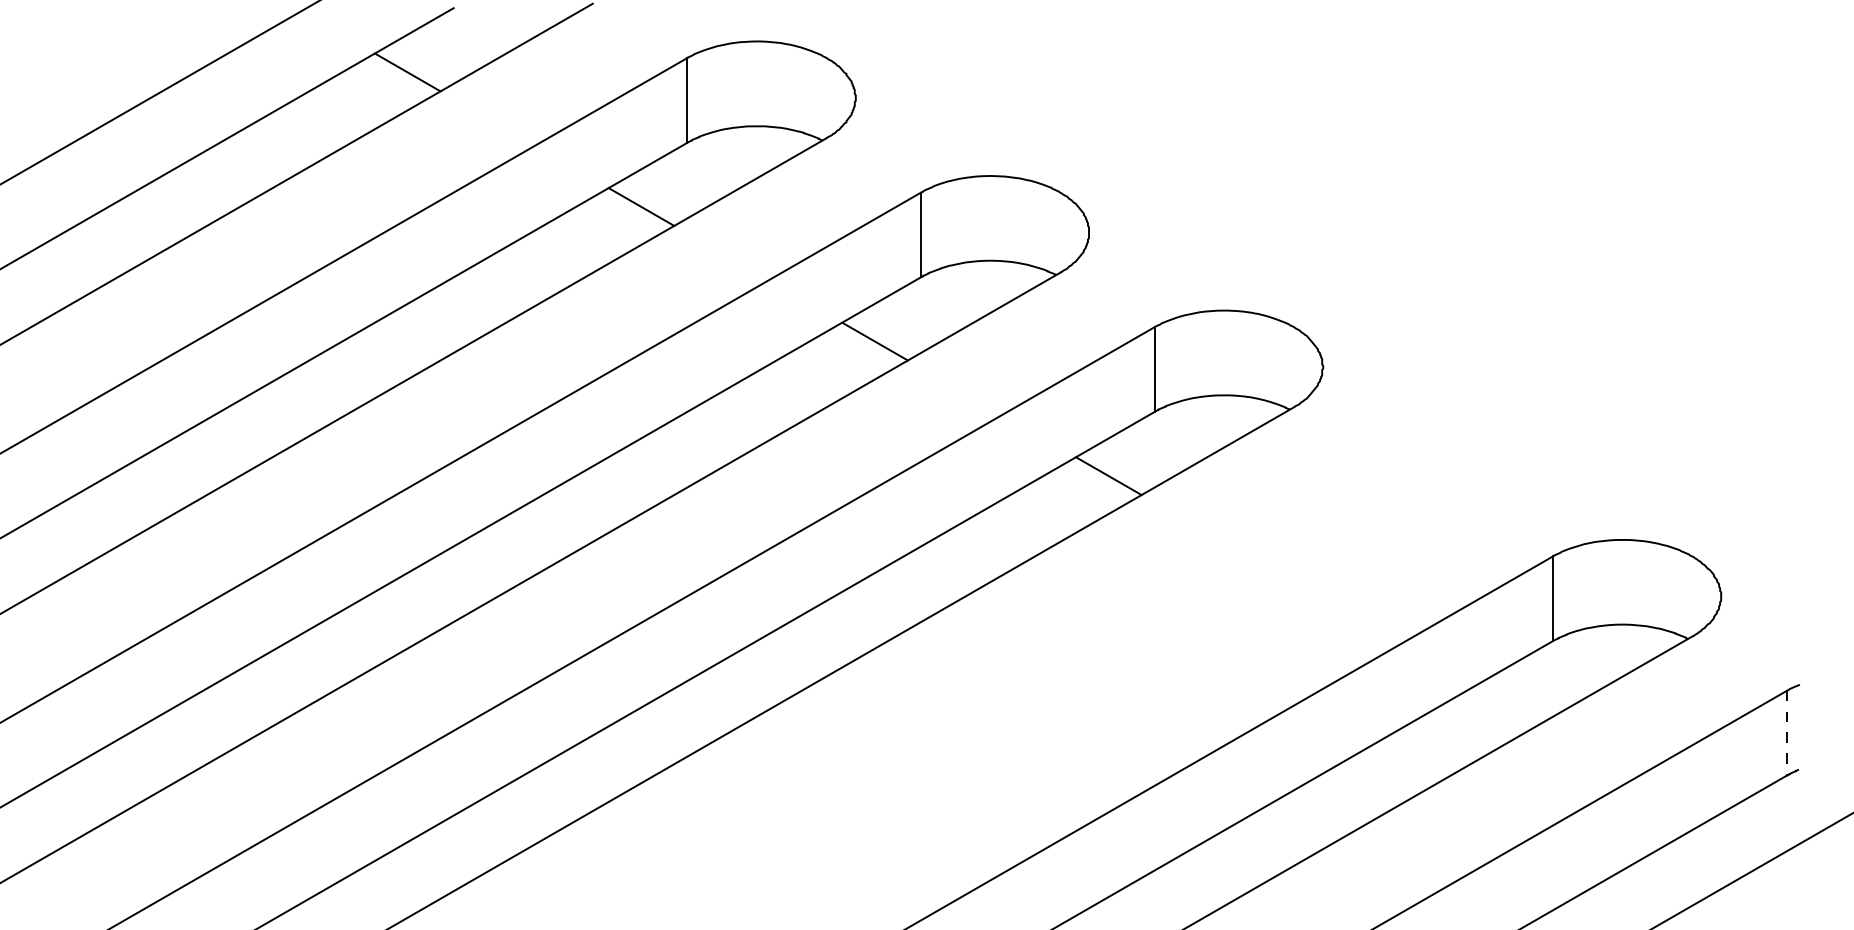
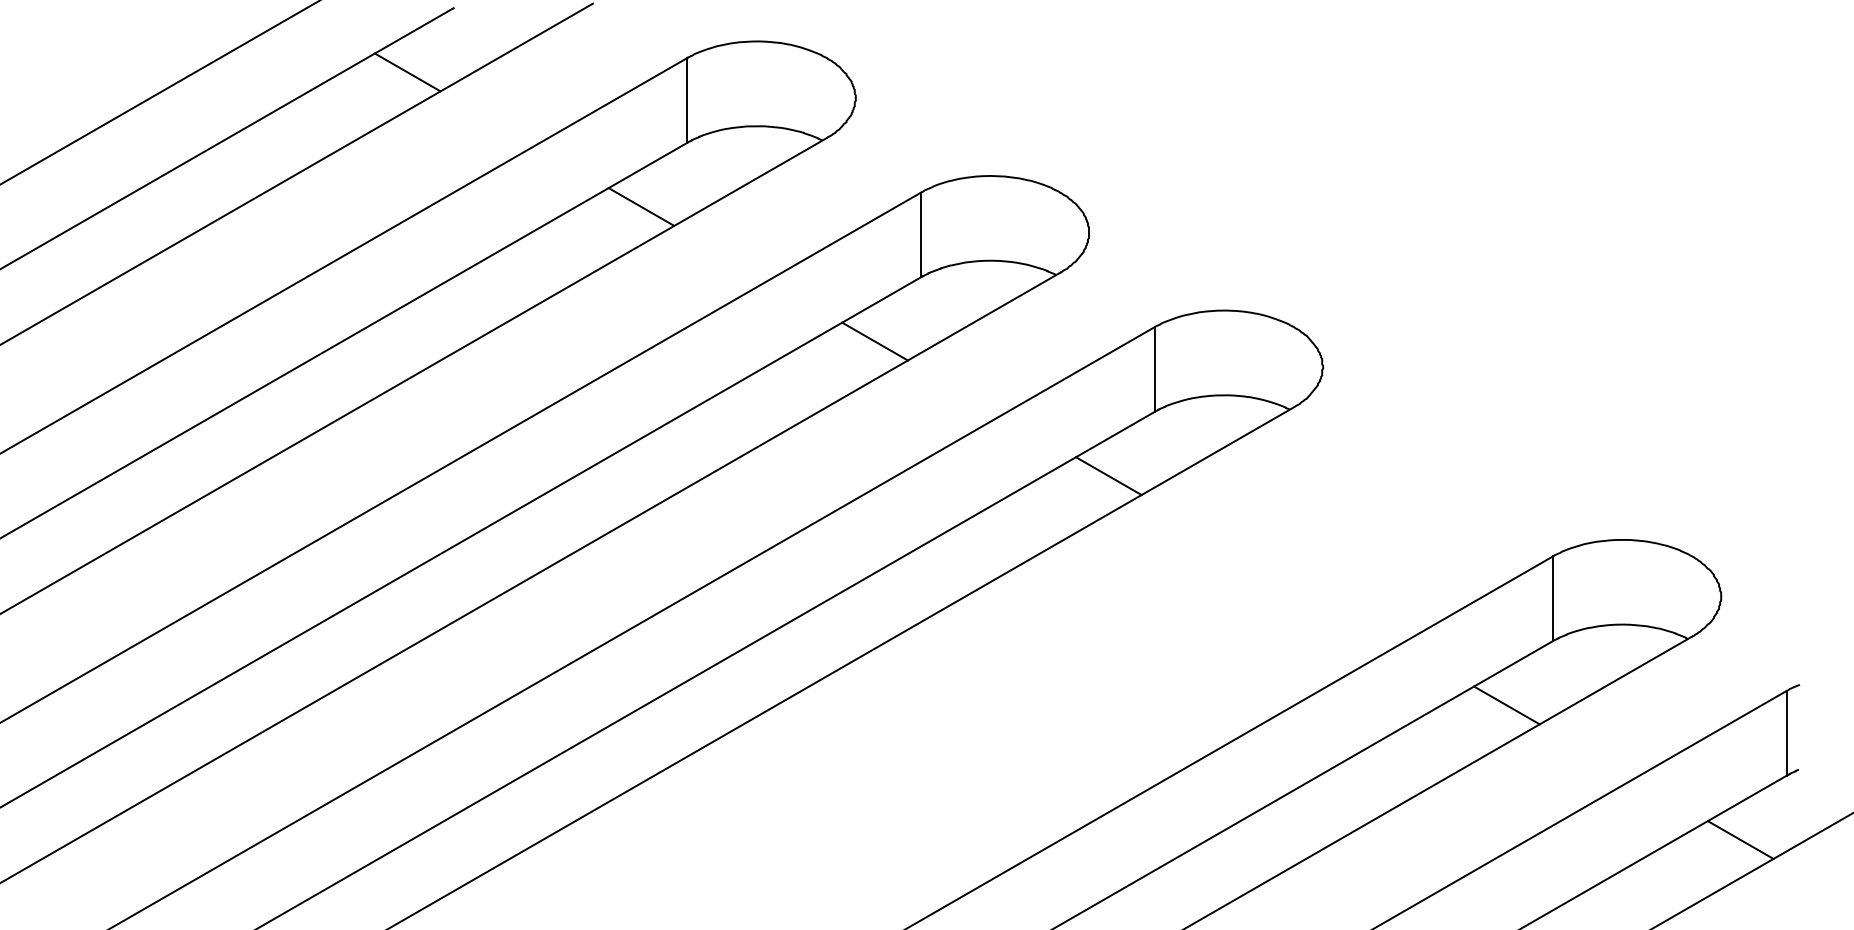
line at (1506, 705): none -> present
line at (1786, 733): dashed -> solid
line at (1740, 839): none -> present
